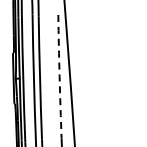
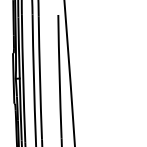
arc at (59, 76): dashed -> solid
